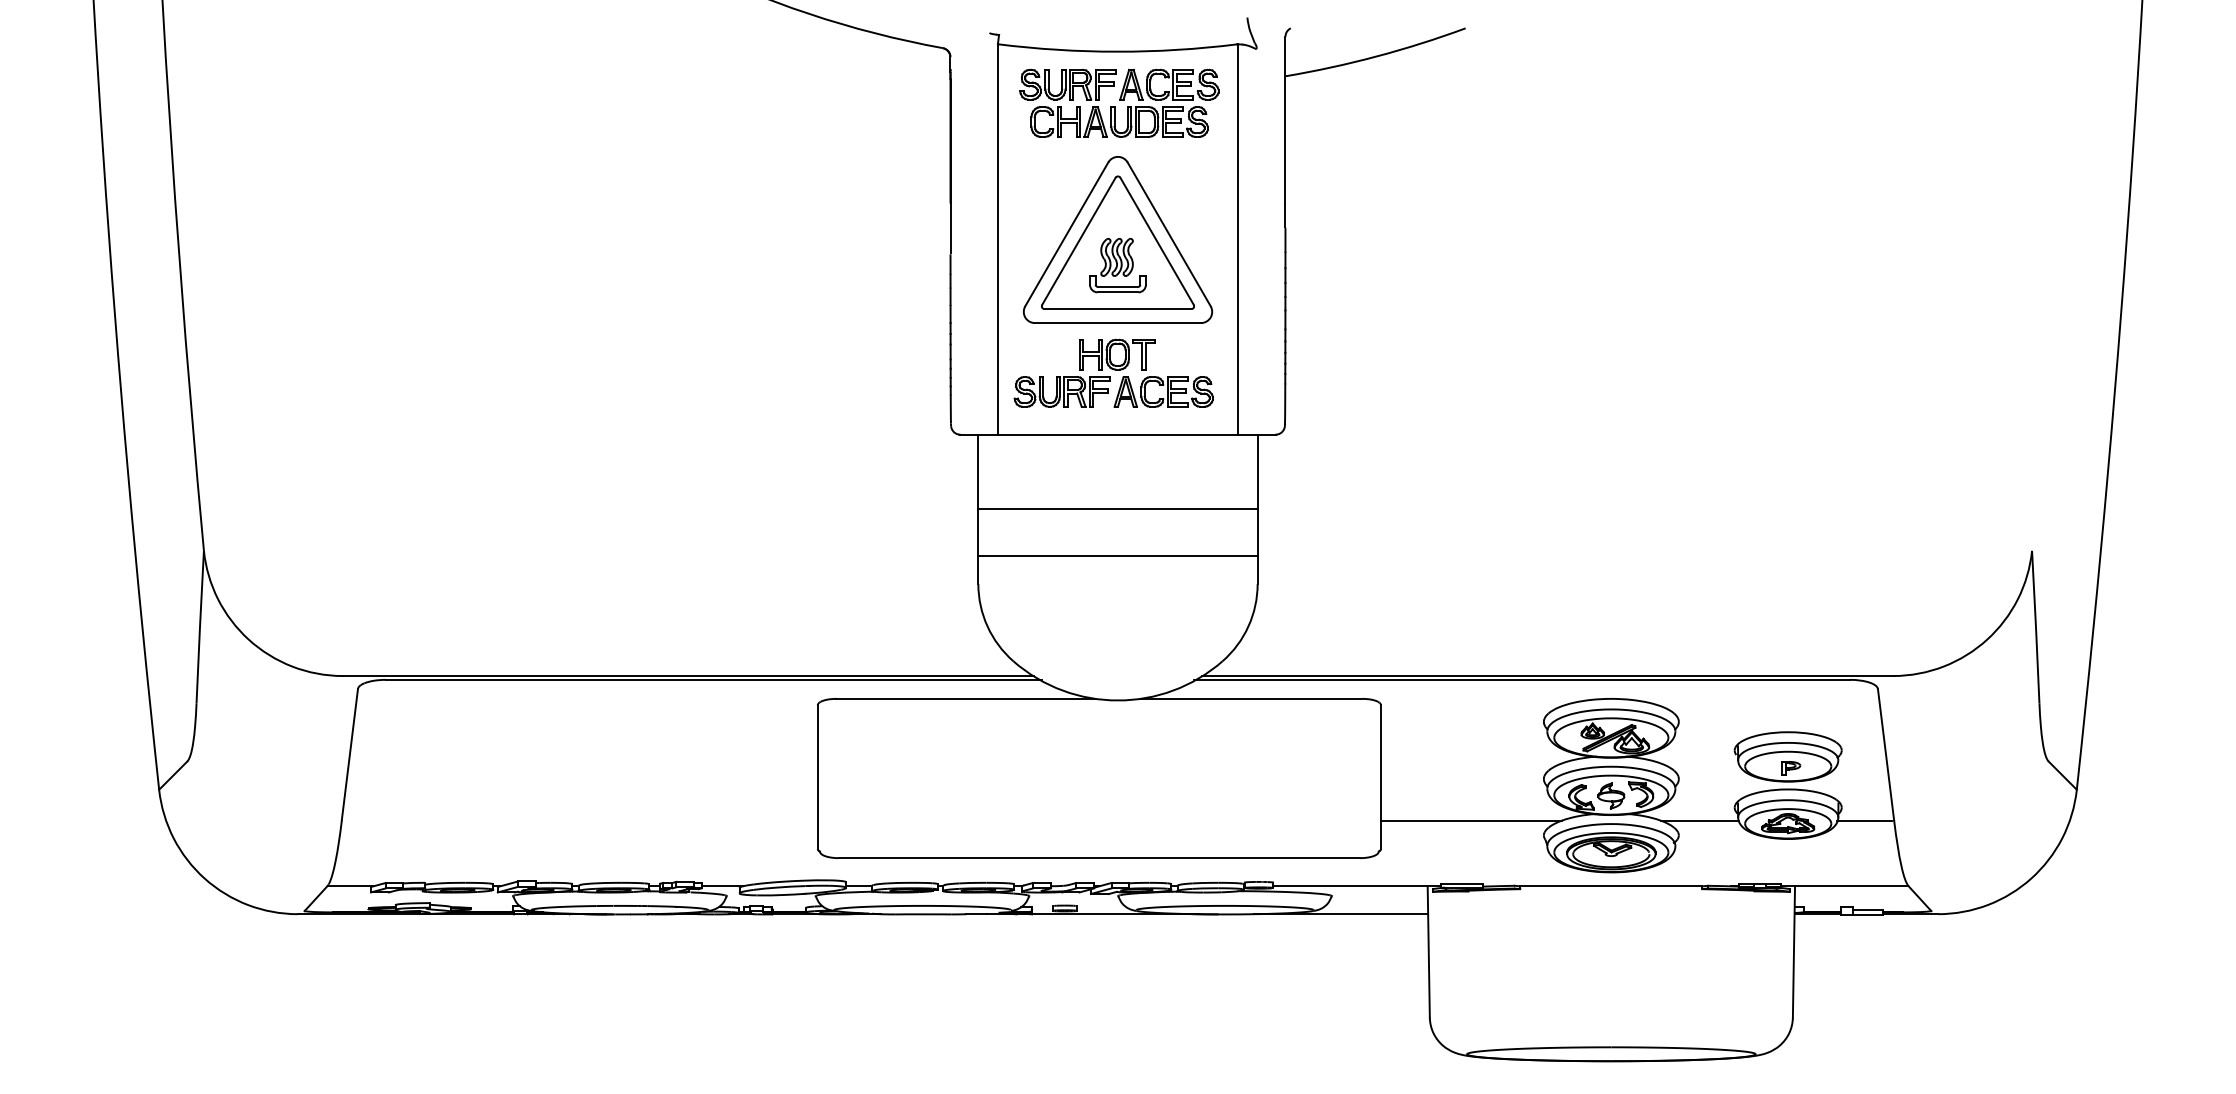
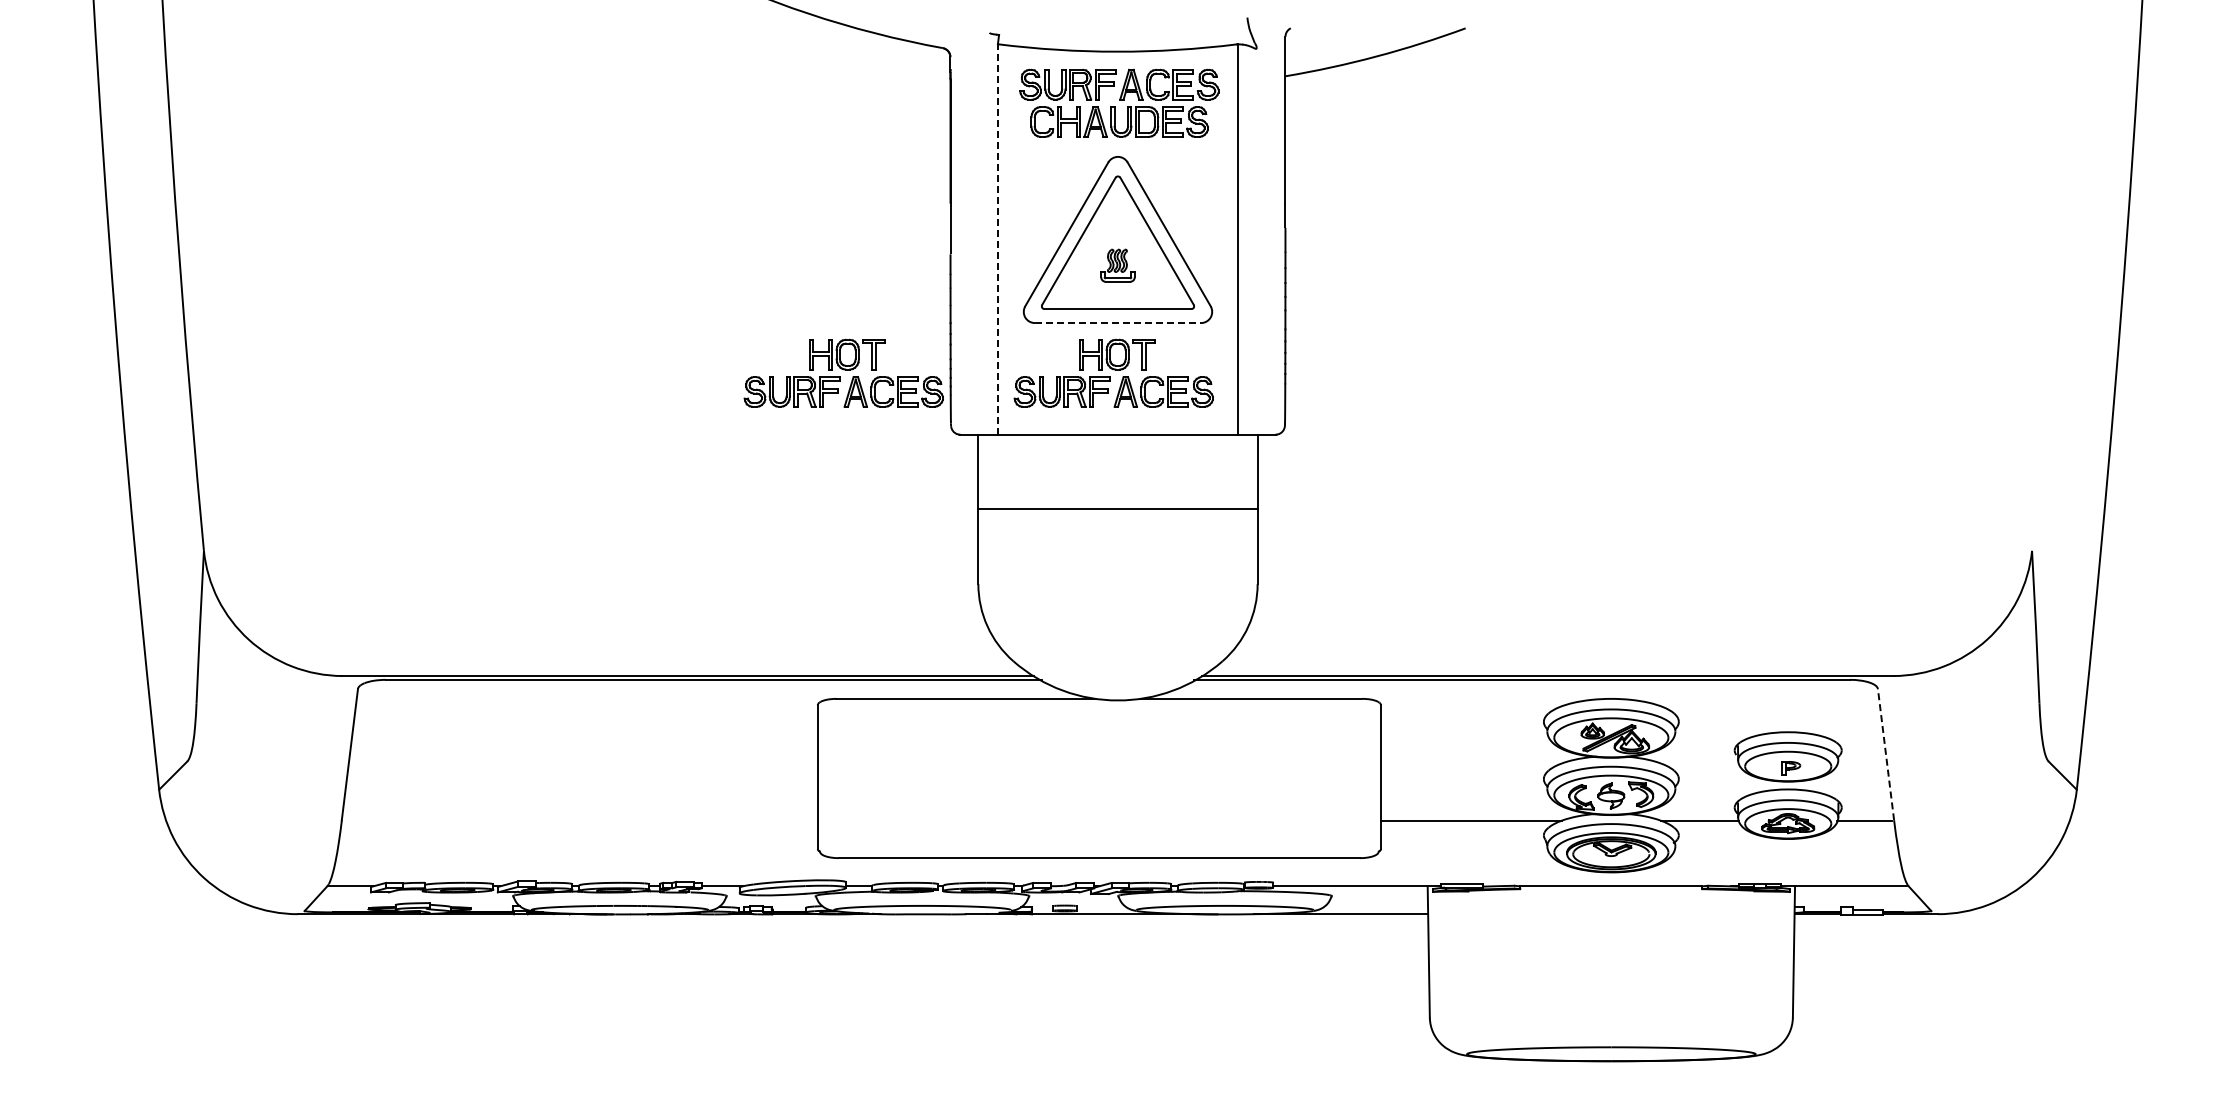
line at (997, 239): solid -> dashed
part at (1117, 265) size: 58x56 px -> 36x35 px
line at (1118, 323): solid -> dashed
part at (843, 372): none -> present
line at (1117, 555): present -> none
line at (1885, 754): solid -> dashed
